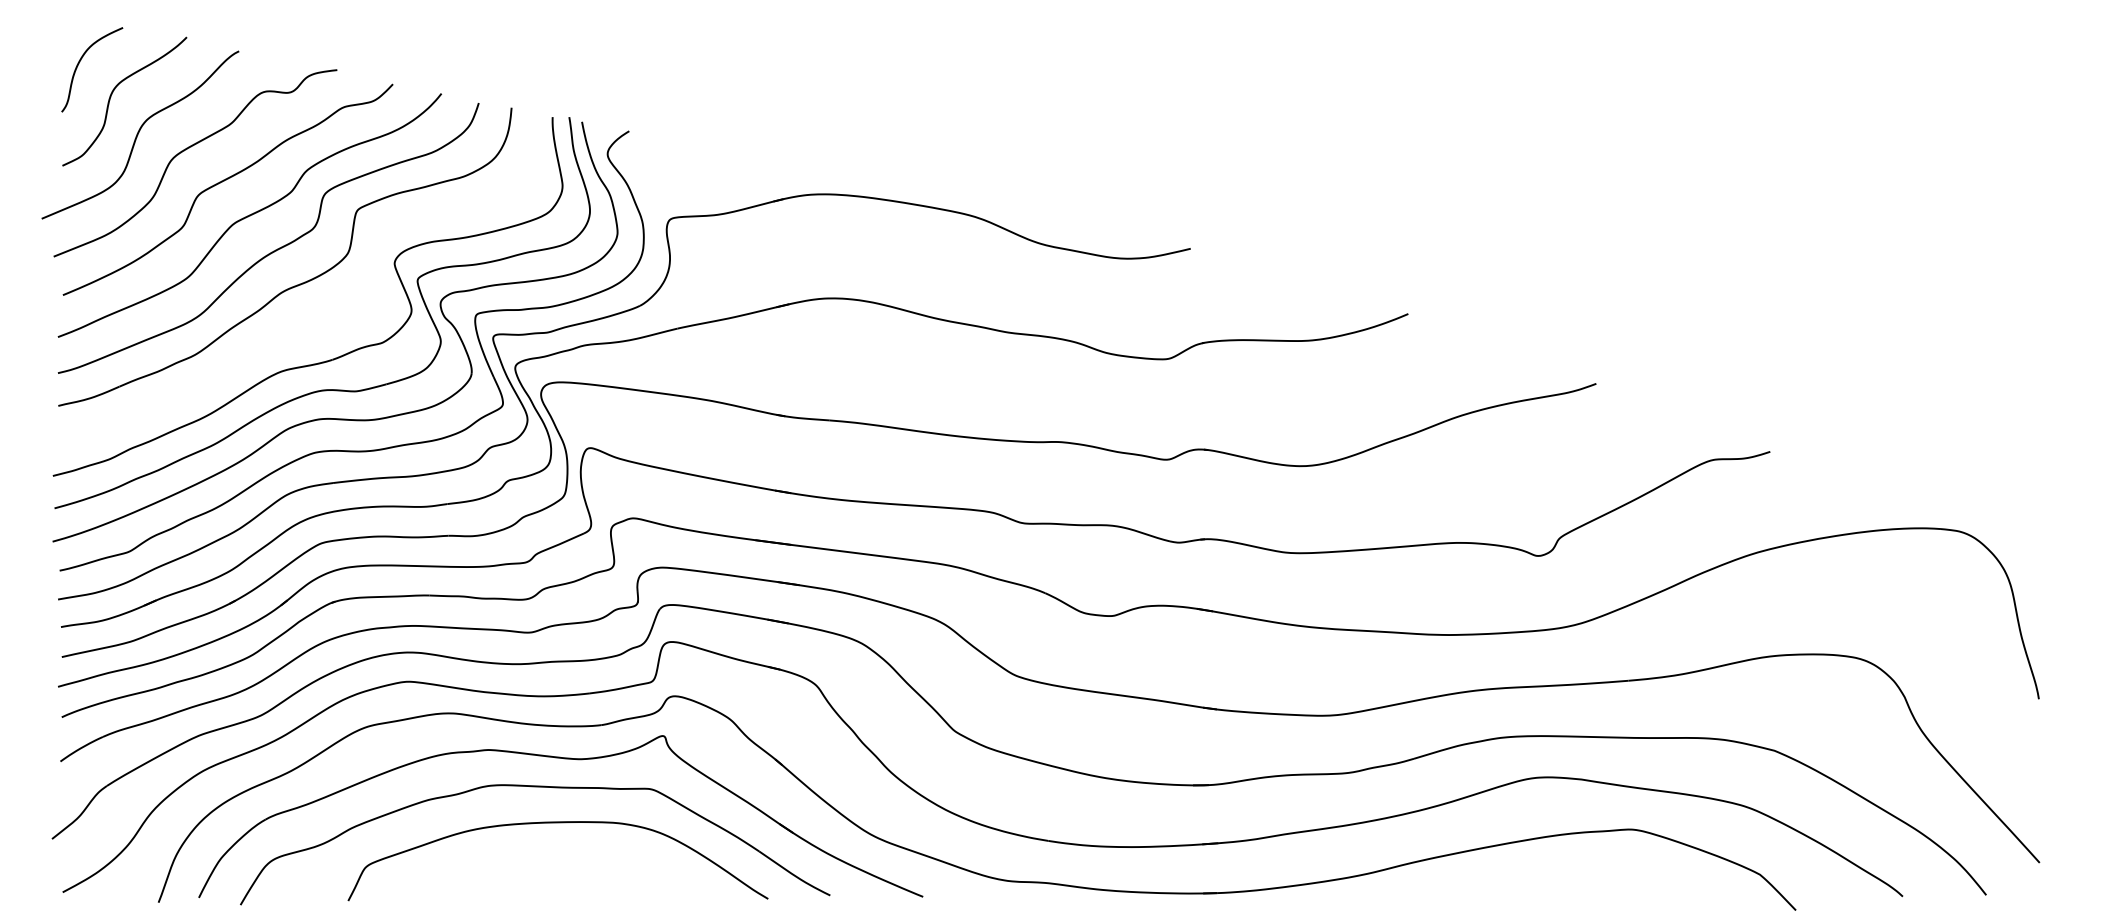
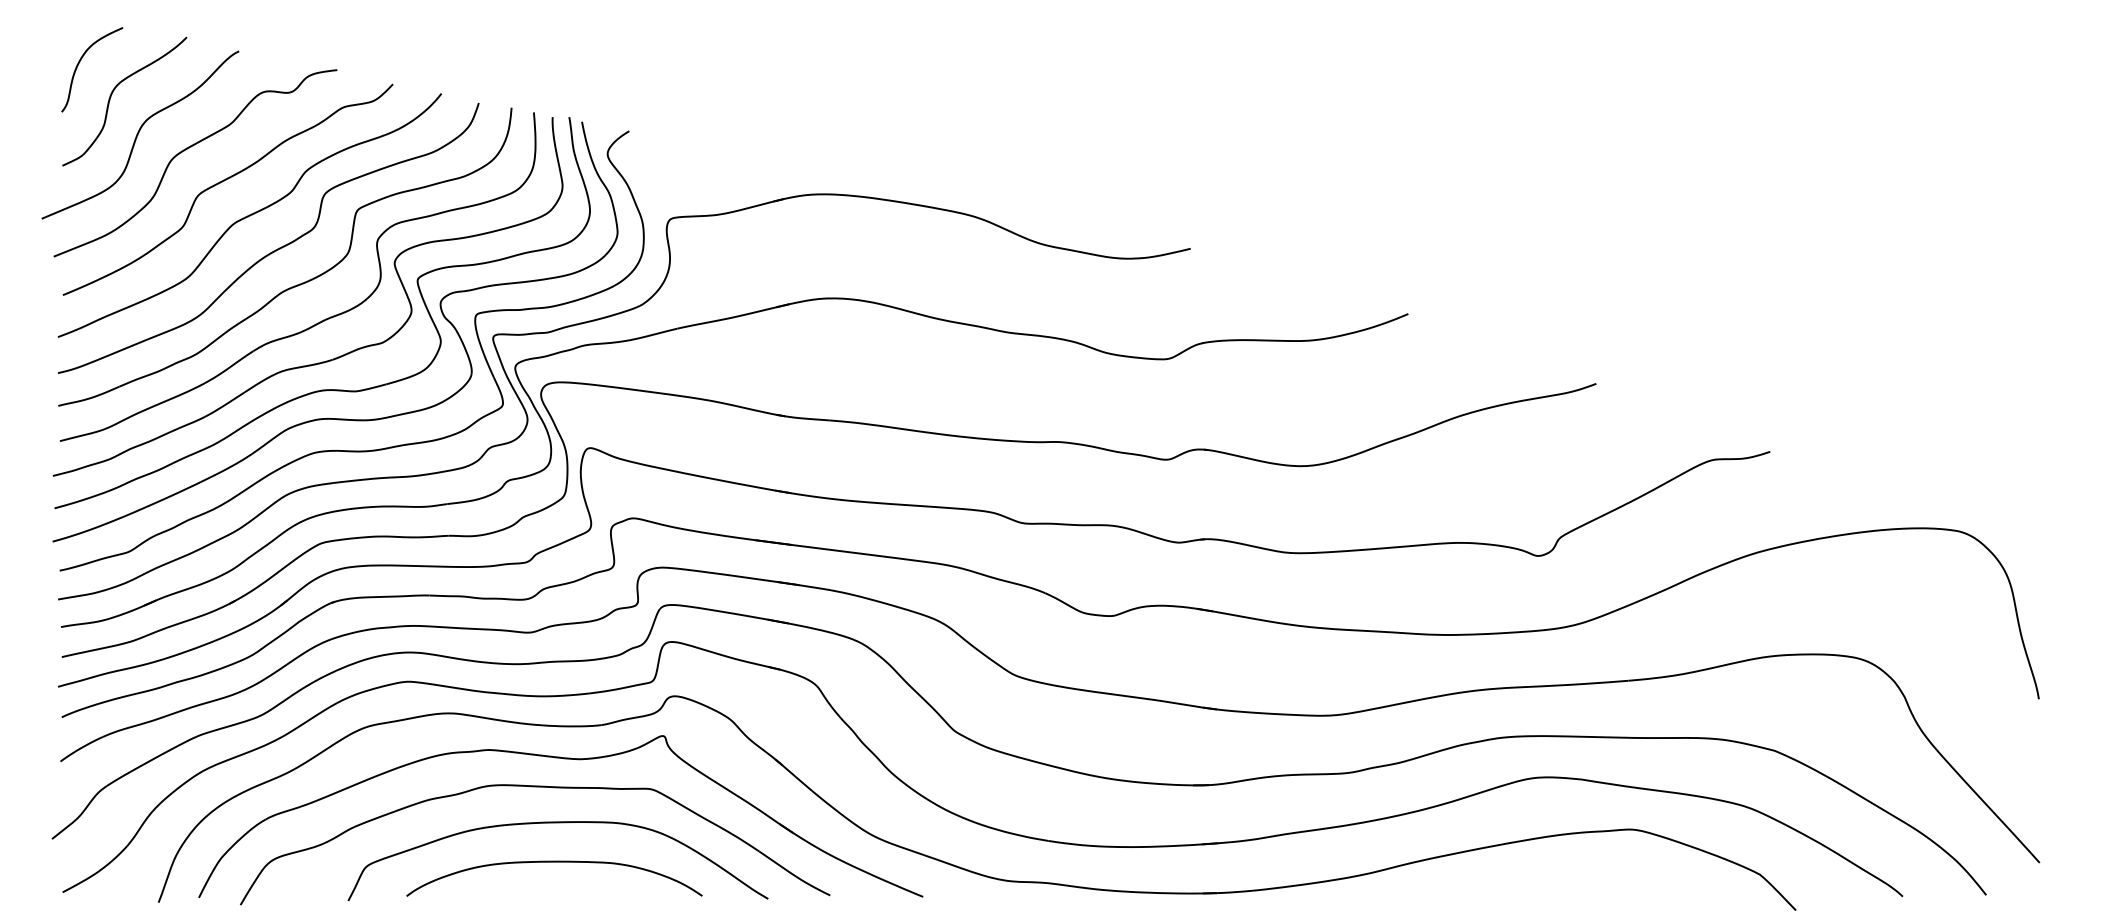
part at (319, 321): none -> present
curve at (554, 862): none -> present
